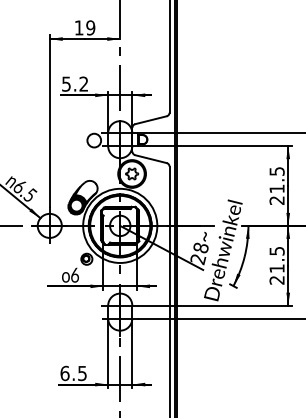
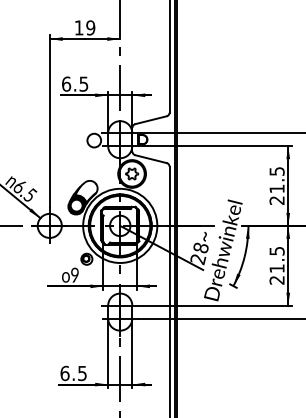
text at (75, 83): 5.2 -> 6.5
text at (74, 274): 6 -> 9
